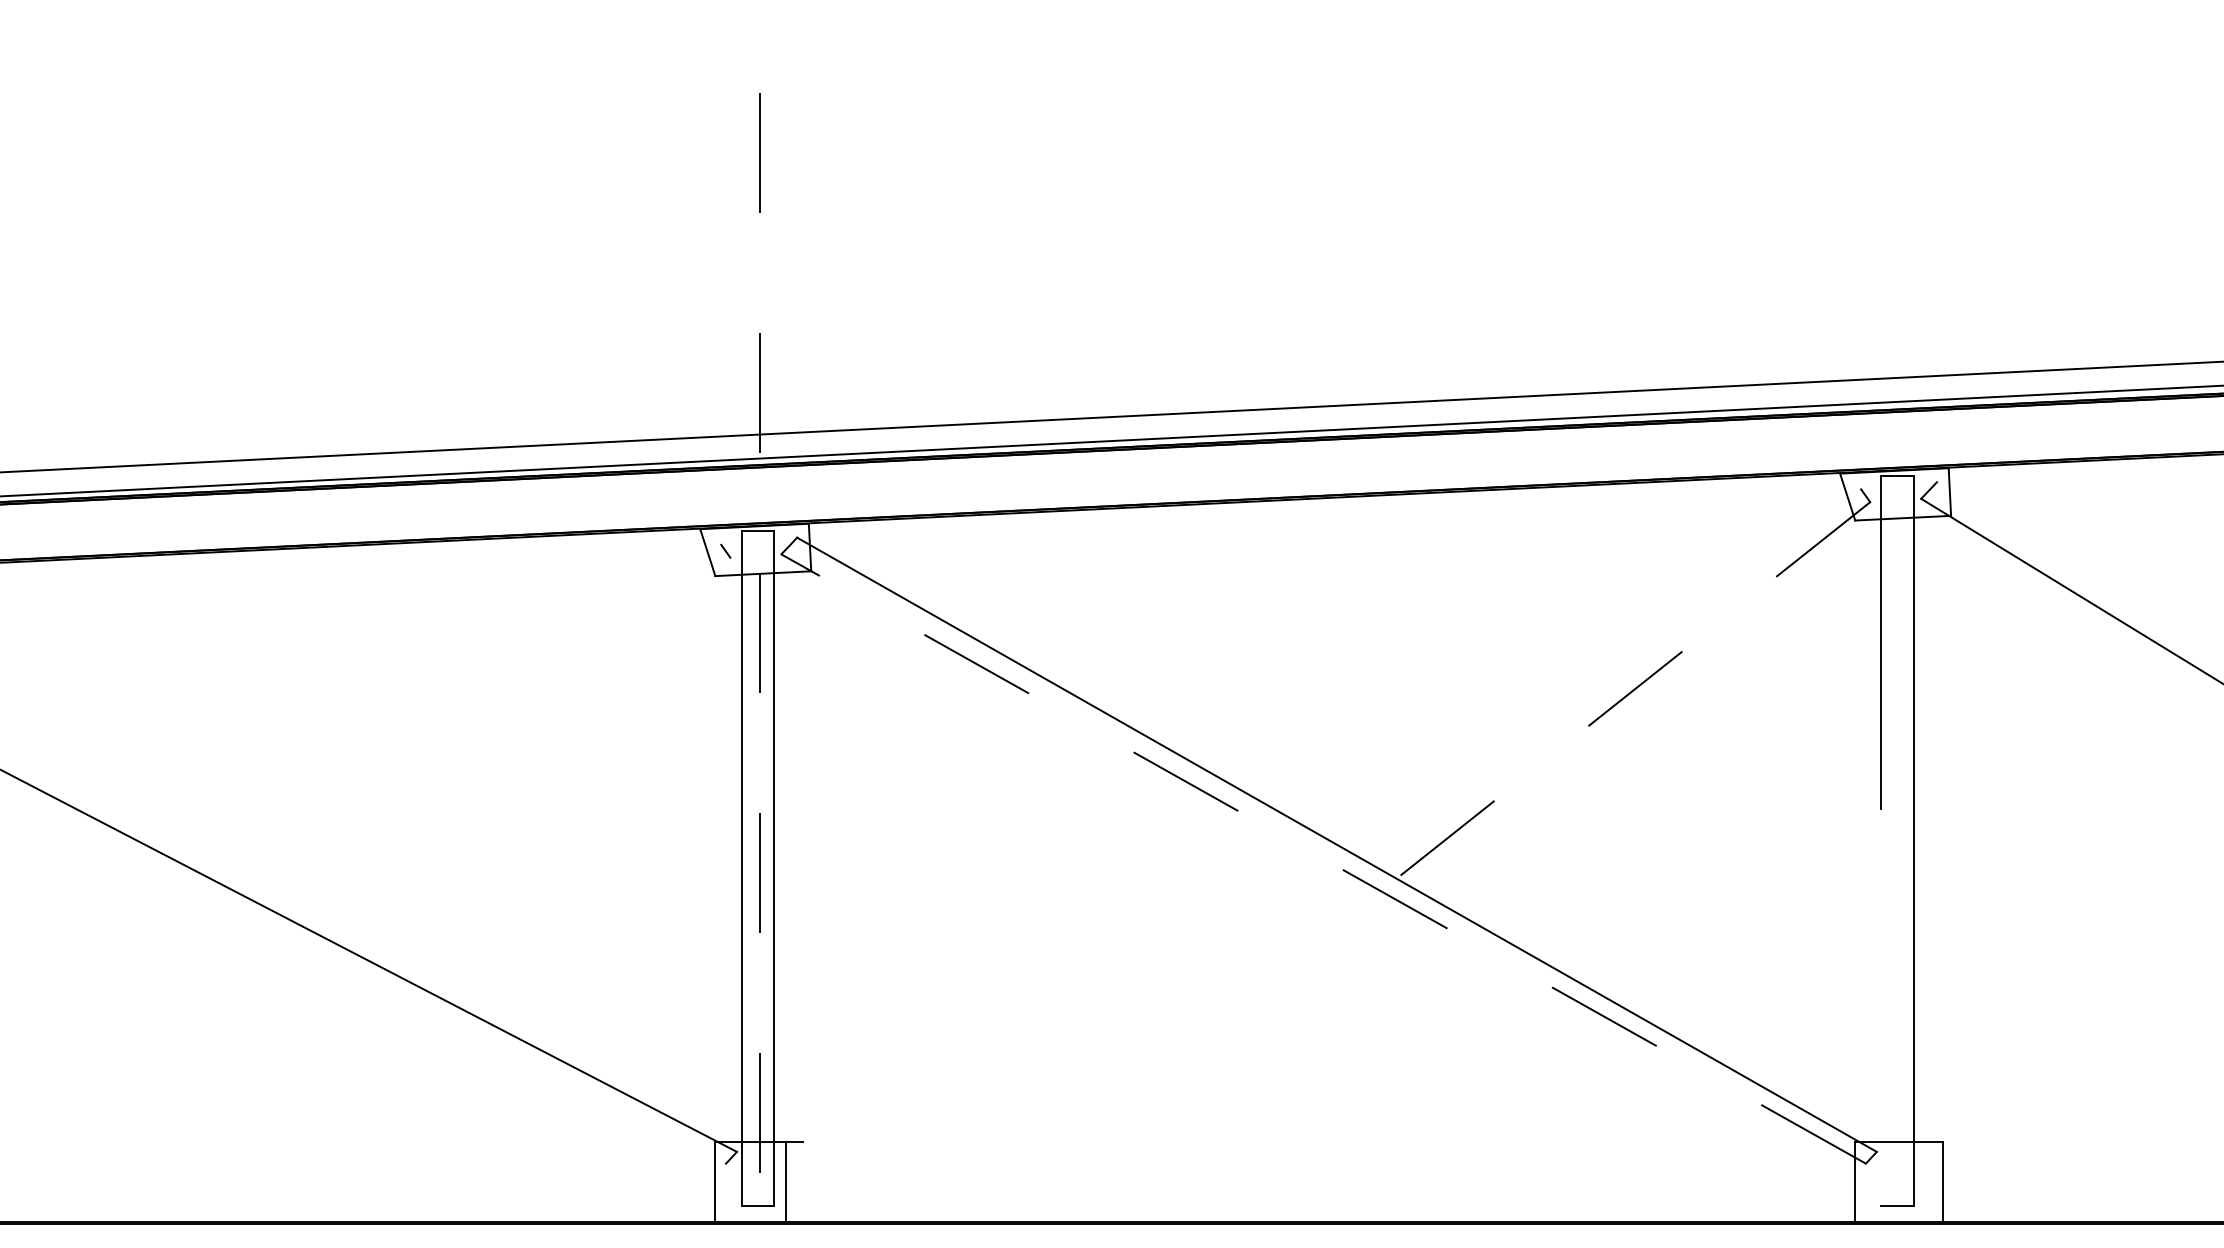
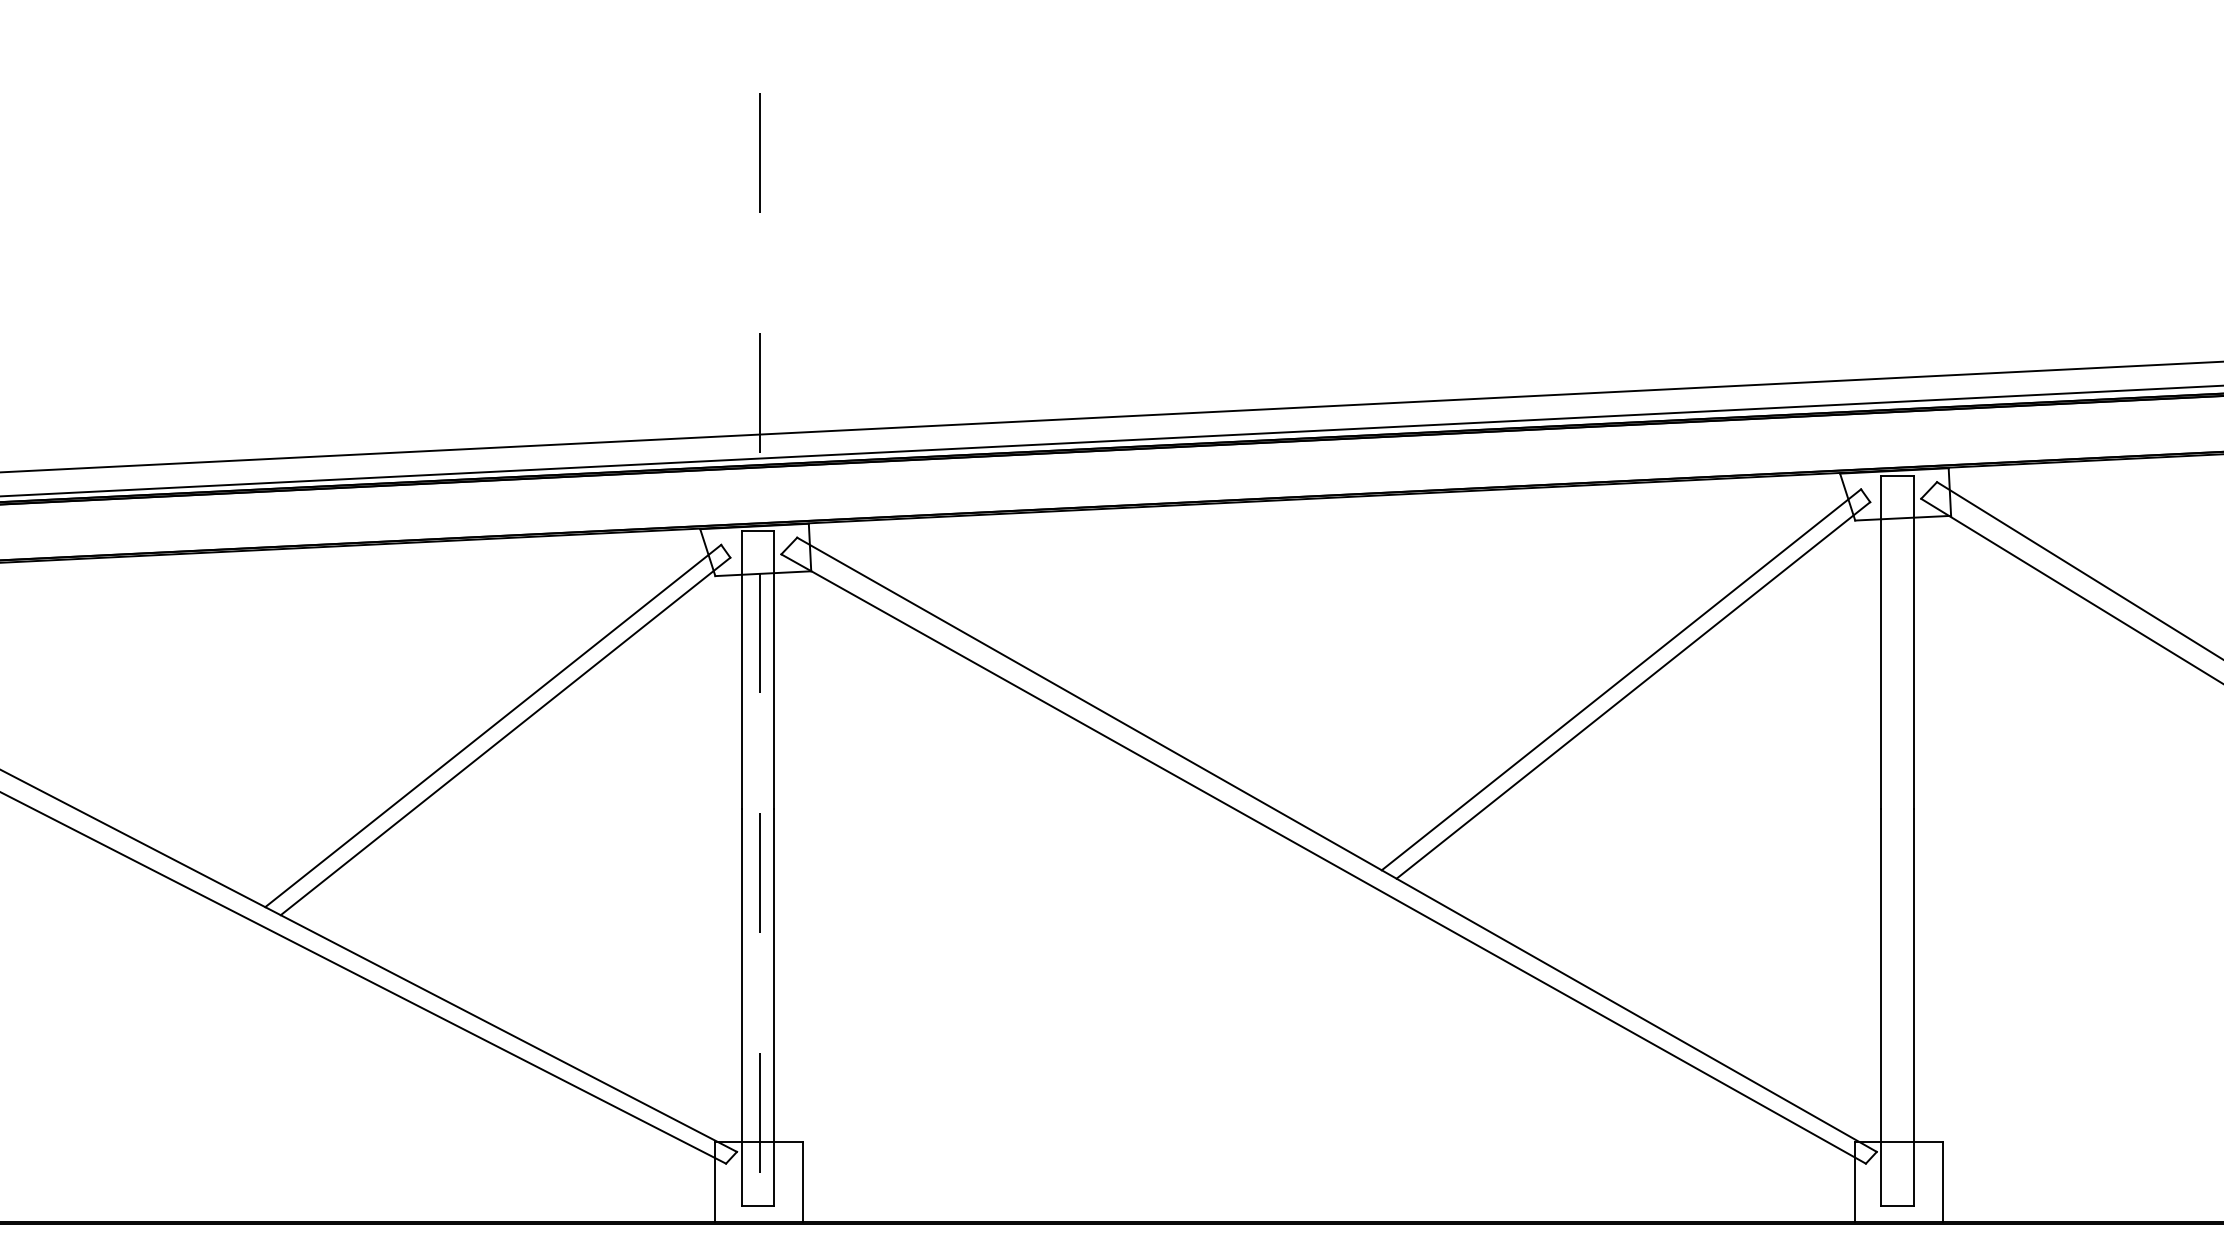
line at (2078, 570): none -> present
line at (1621, 679): none -> present
line at (1633, 690): dashed -> solid
line at (493, 725): none -> present
line at (505, 736): none -> present
line at (1323, 859): dashed -> solid
line at (364, 978): none -> present
line at (1881, 1007): none -> present
line at (785, 1181) position: (785, 1181) -> (802, 1181)
